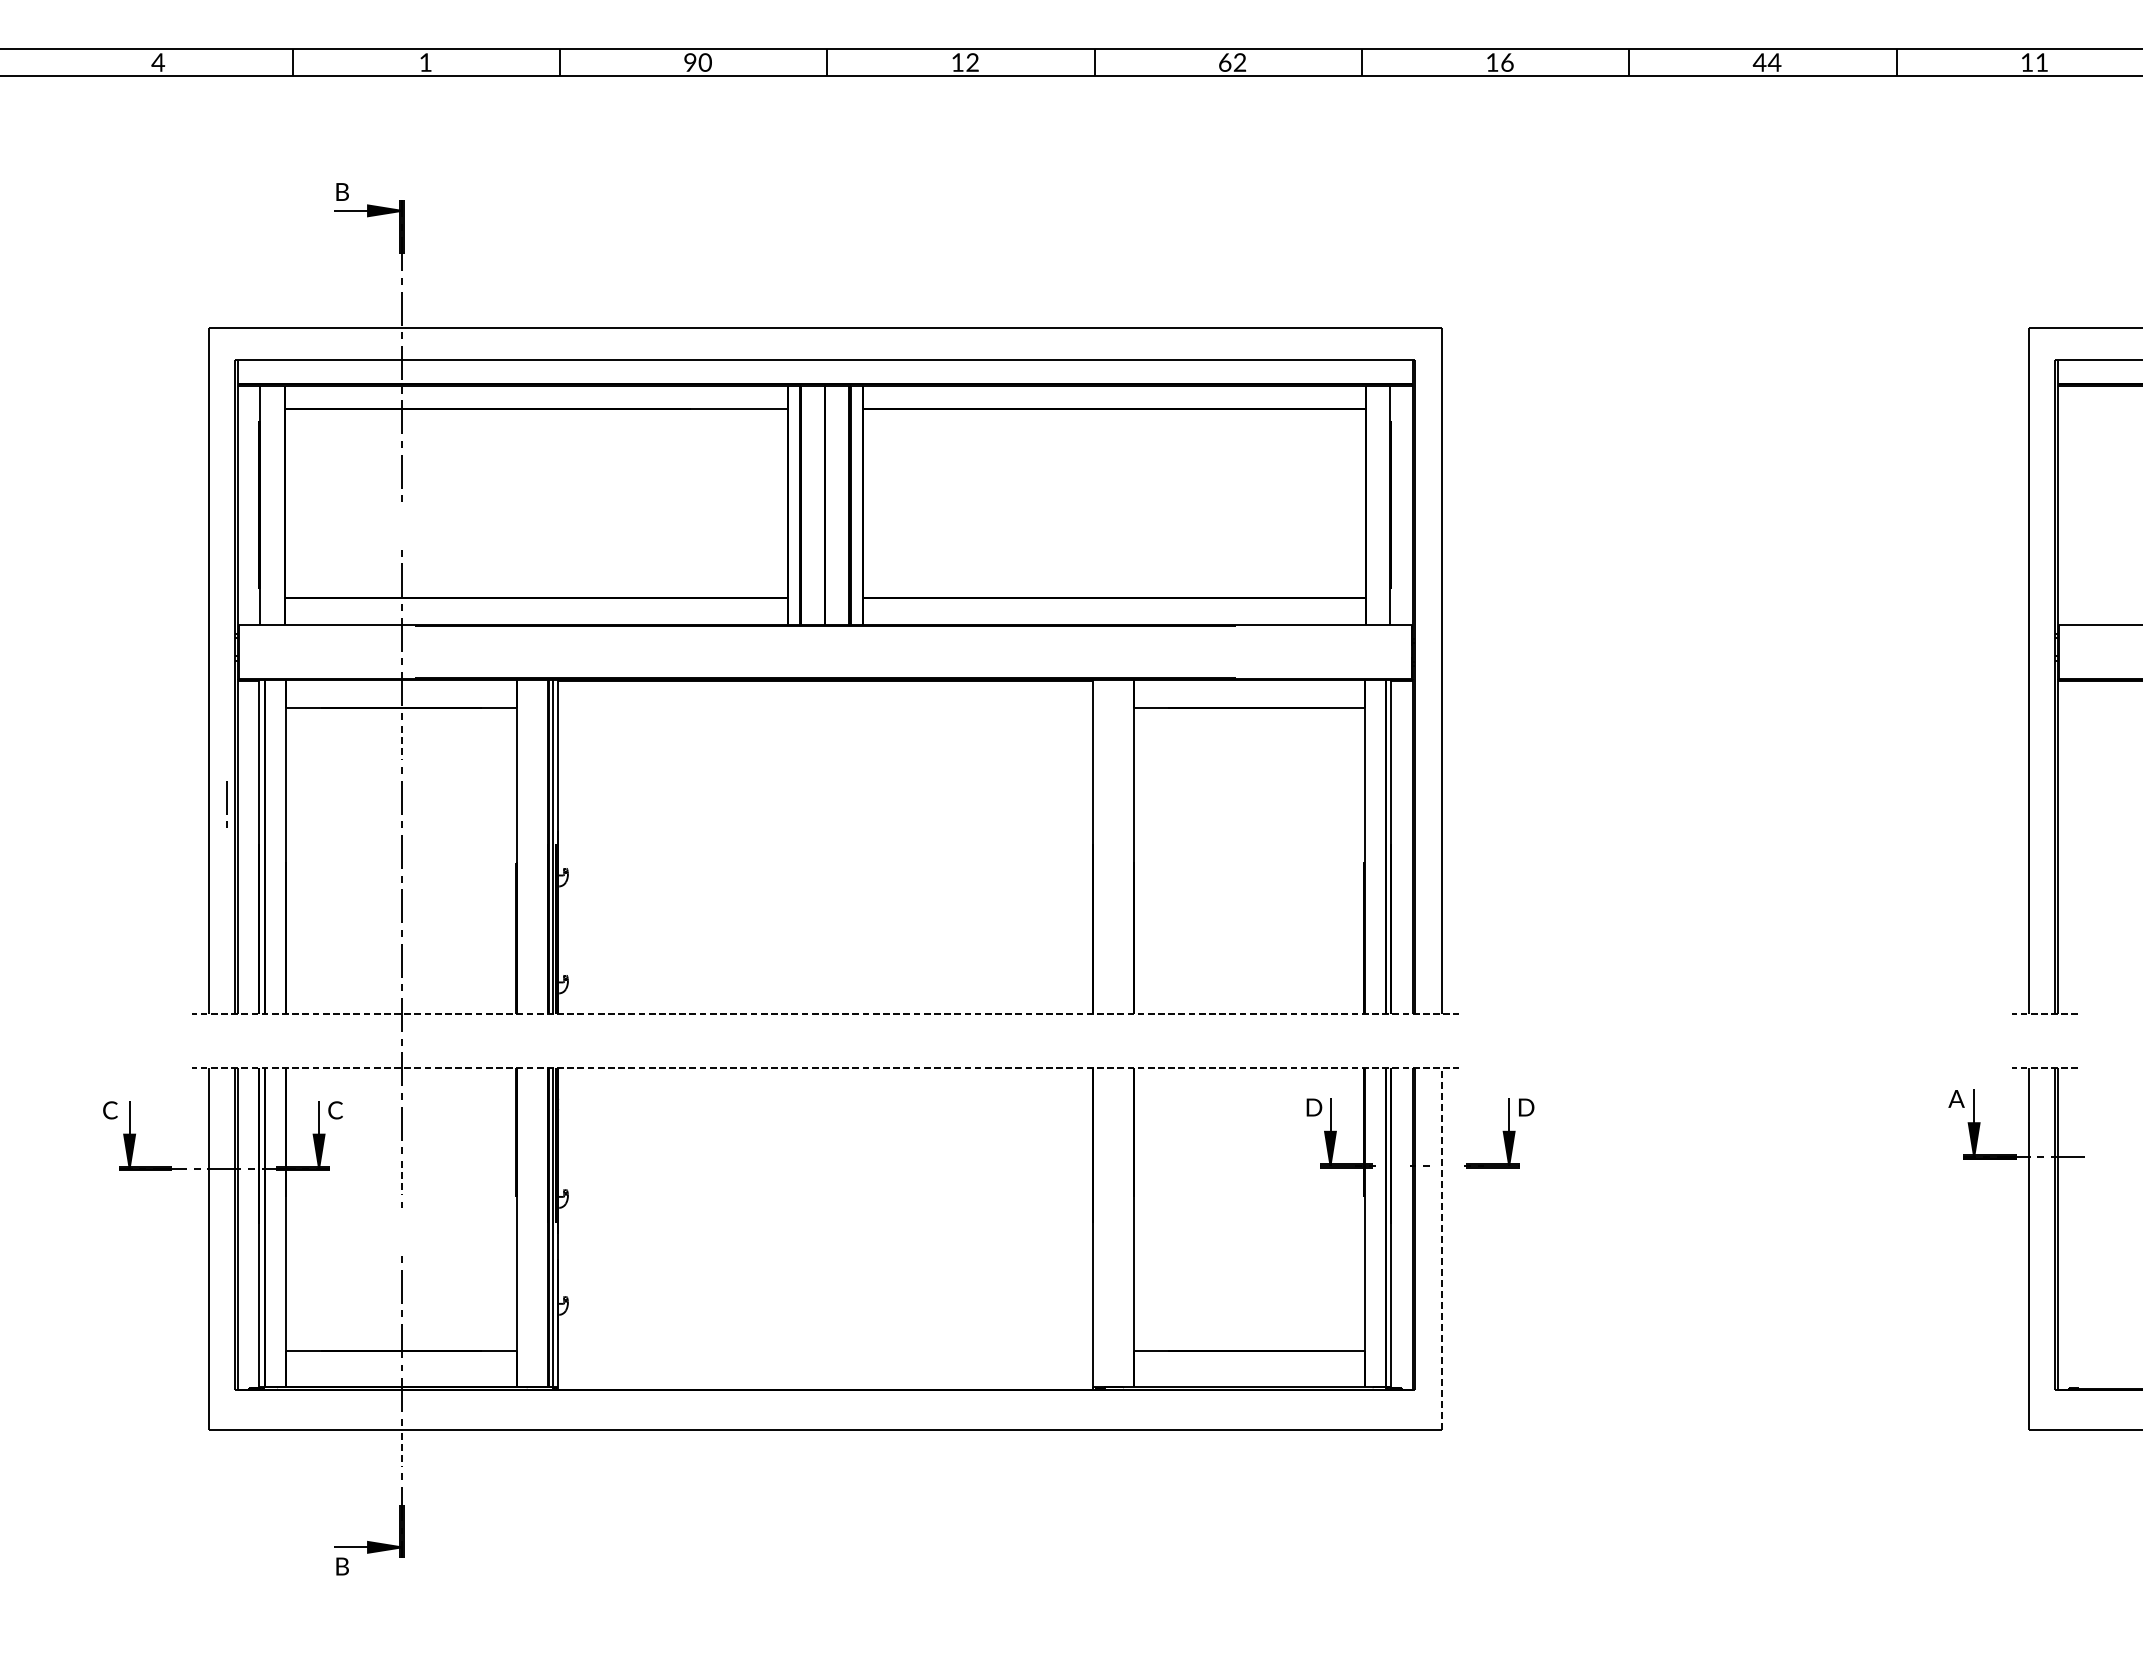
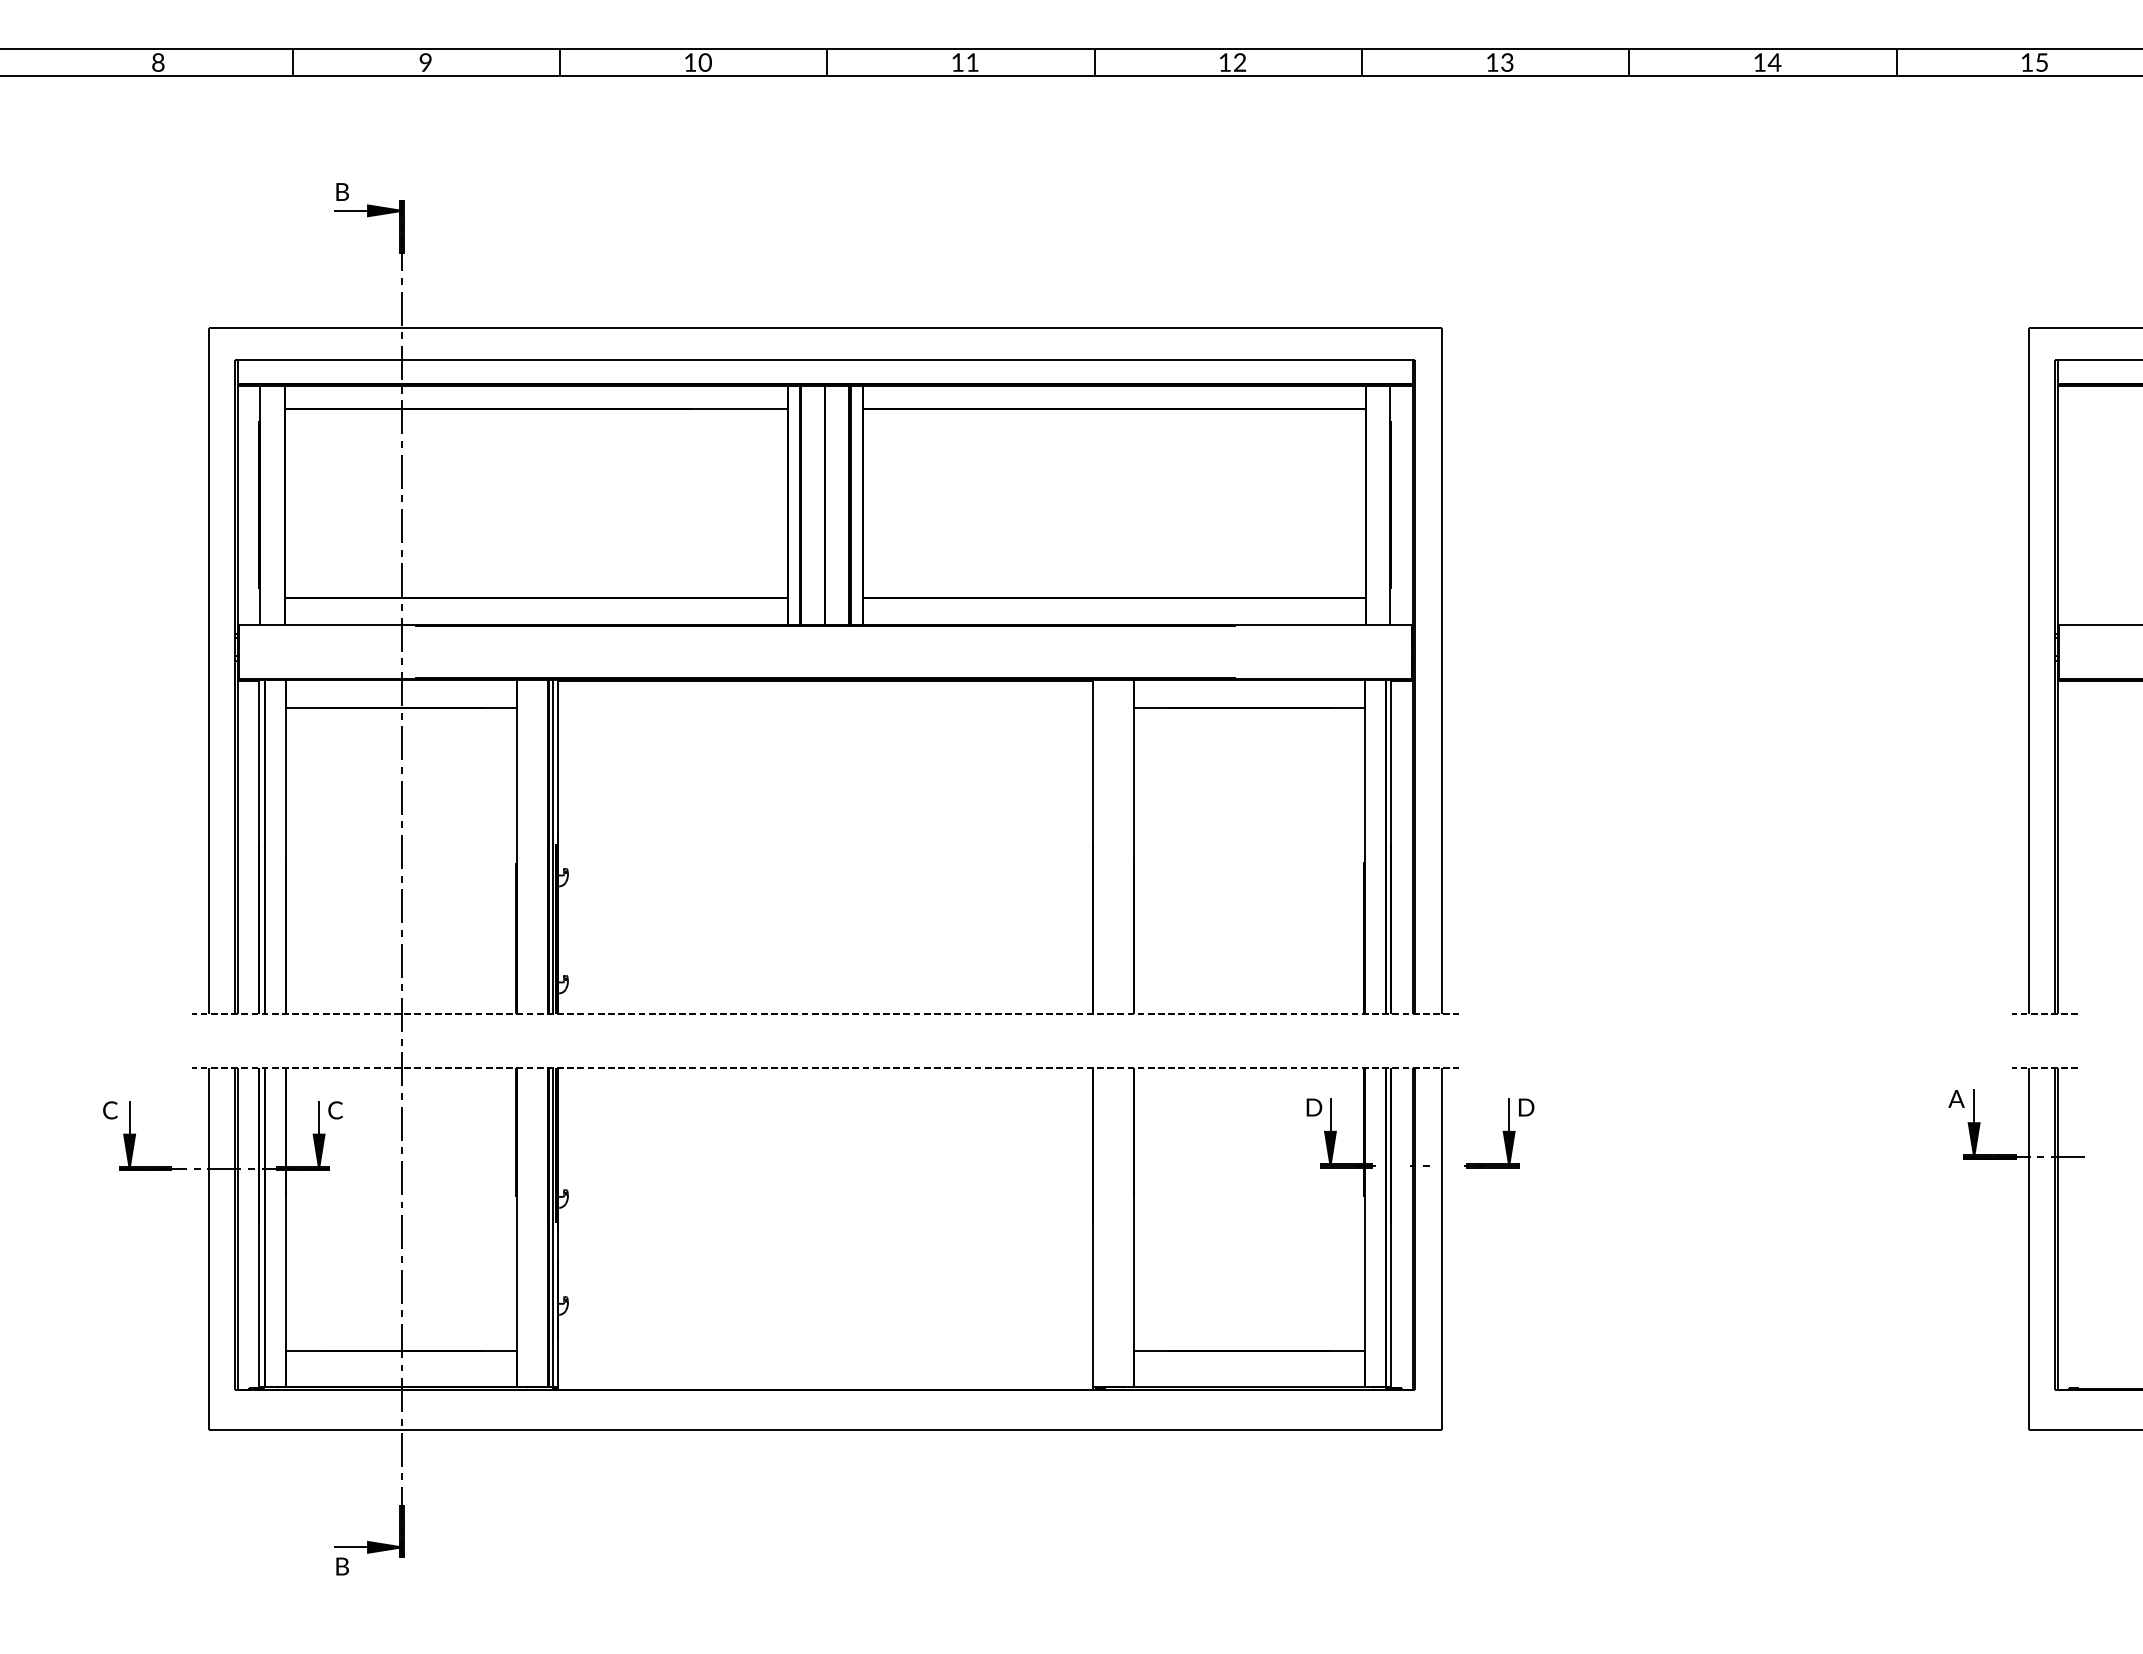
text at (158, 62): 4 -> 8
text at (425, 62): 1 -> 9
text at (690, 62): 90 -> 10
text at (972, 62): 12 -> 11
text at (1225, 62): 62 -> 12
text at (1507, 62): 16 -> 13
text at (1759, 62): 44 -> 14
text at (2041, 62): 11 -> 15
line at (401, 525): none -> present
line at (401, 743): dashed -> solid
line at (226, 804): present -> none
line at (401, 1177): dashed -> solid
line at (401, 1231): none -> present
line at (1442, 1248): dashed -> solid
line at (401, 1449): dashed -> solid
